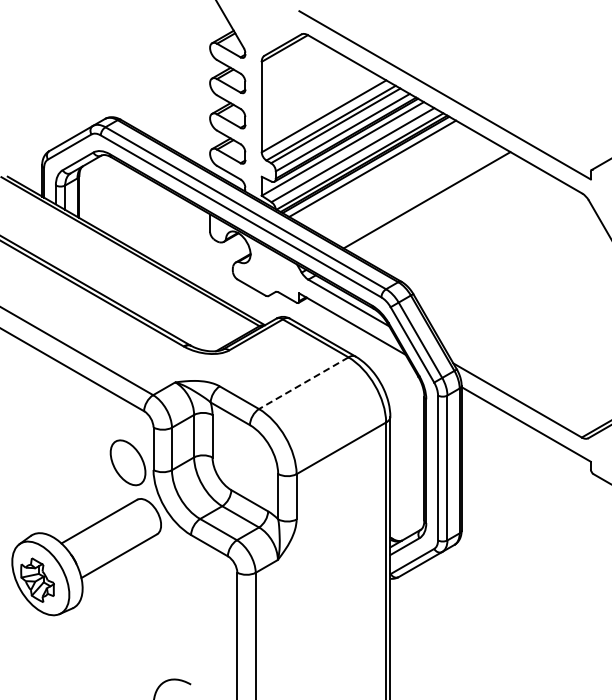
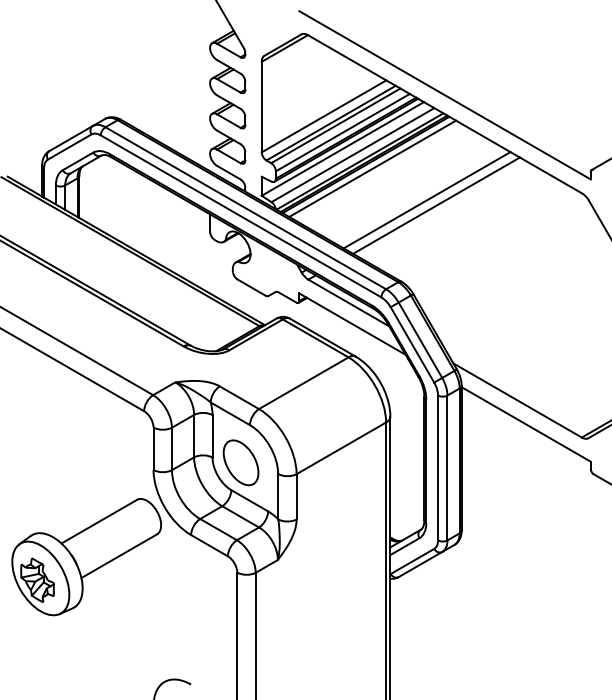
line at (436, 205): none -> present
line at (303, 383): dashed -> solid
part at (127, 462) position: (127, 462) -> (240, 462)
